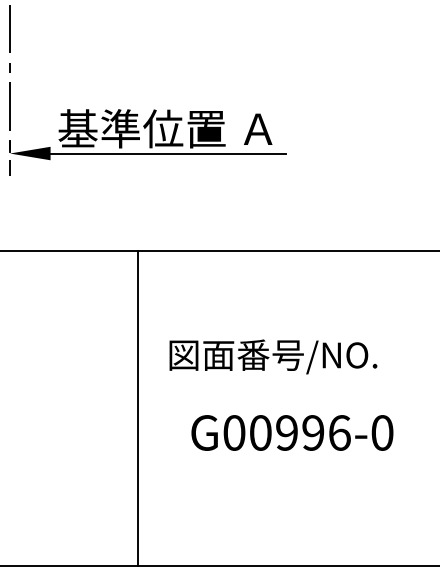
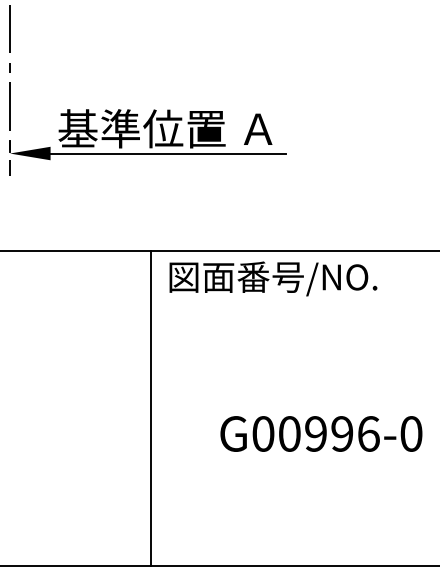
text at (273, 356) position: (273, 356) -> (273, 278)
line at (138, 408) position: (138, 408) -> (151, 408)
text at (292, 432) position: (292, 432) -> (321, 433)
